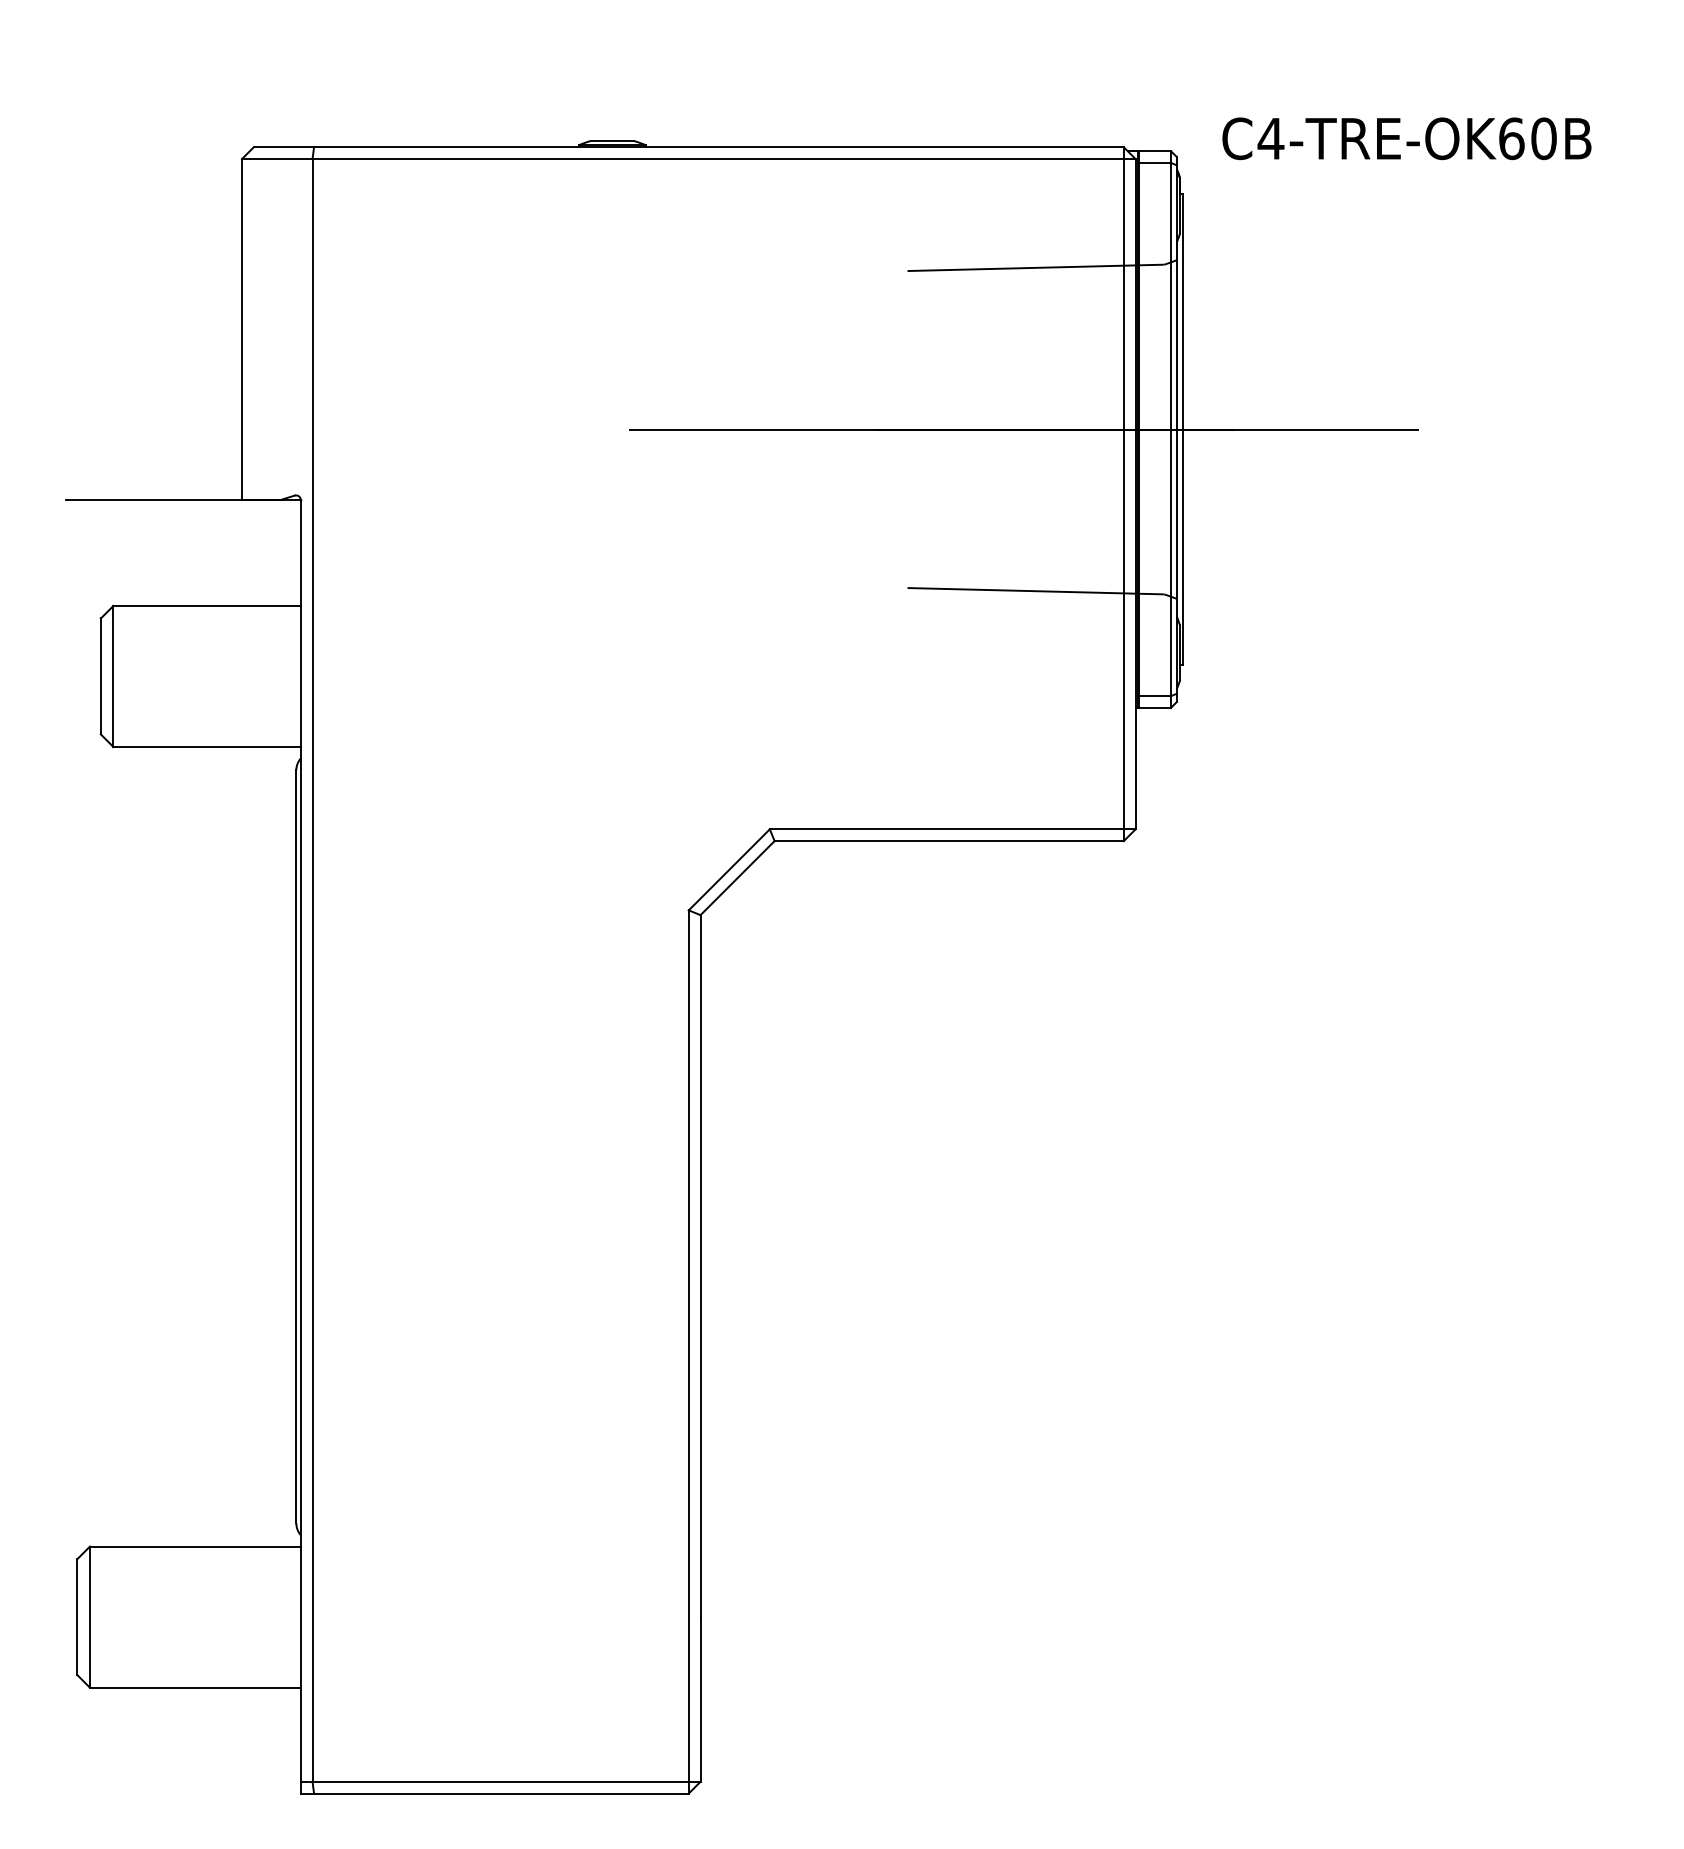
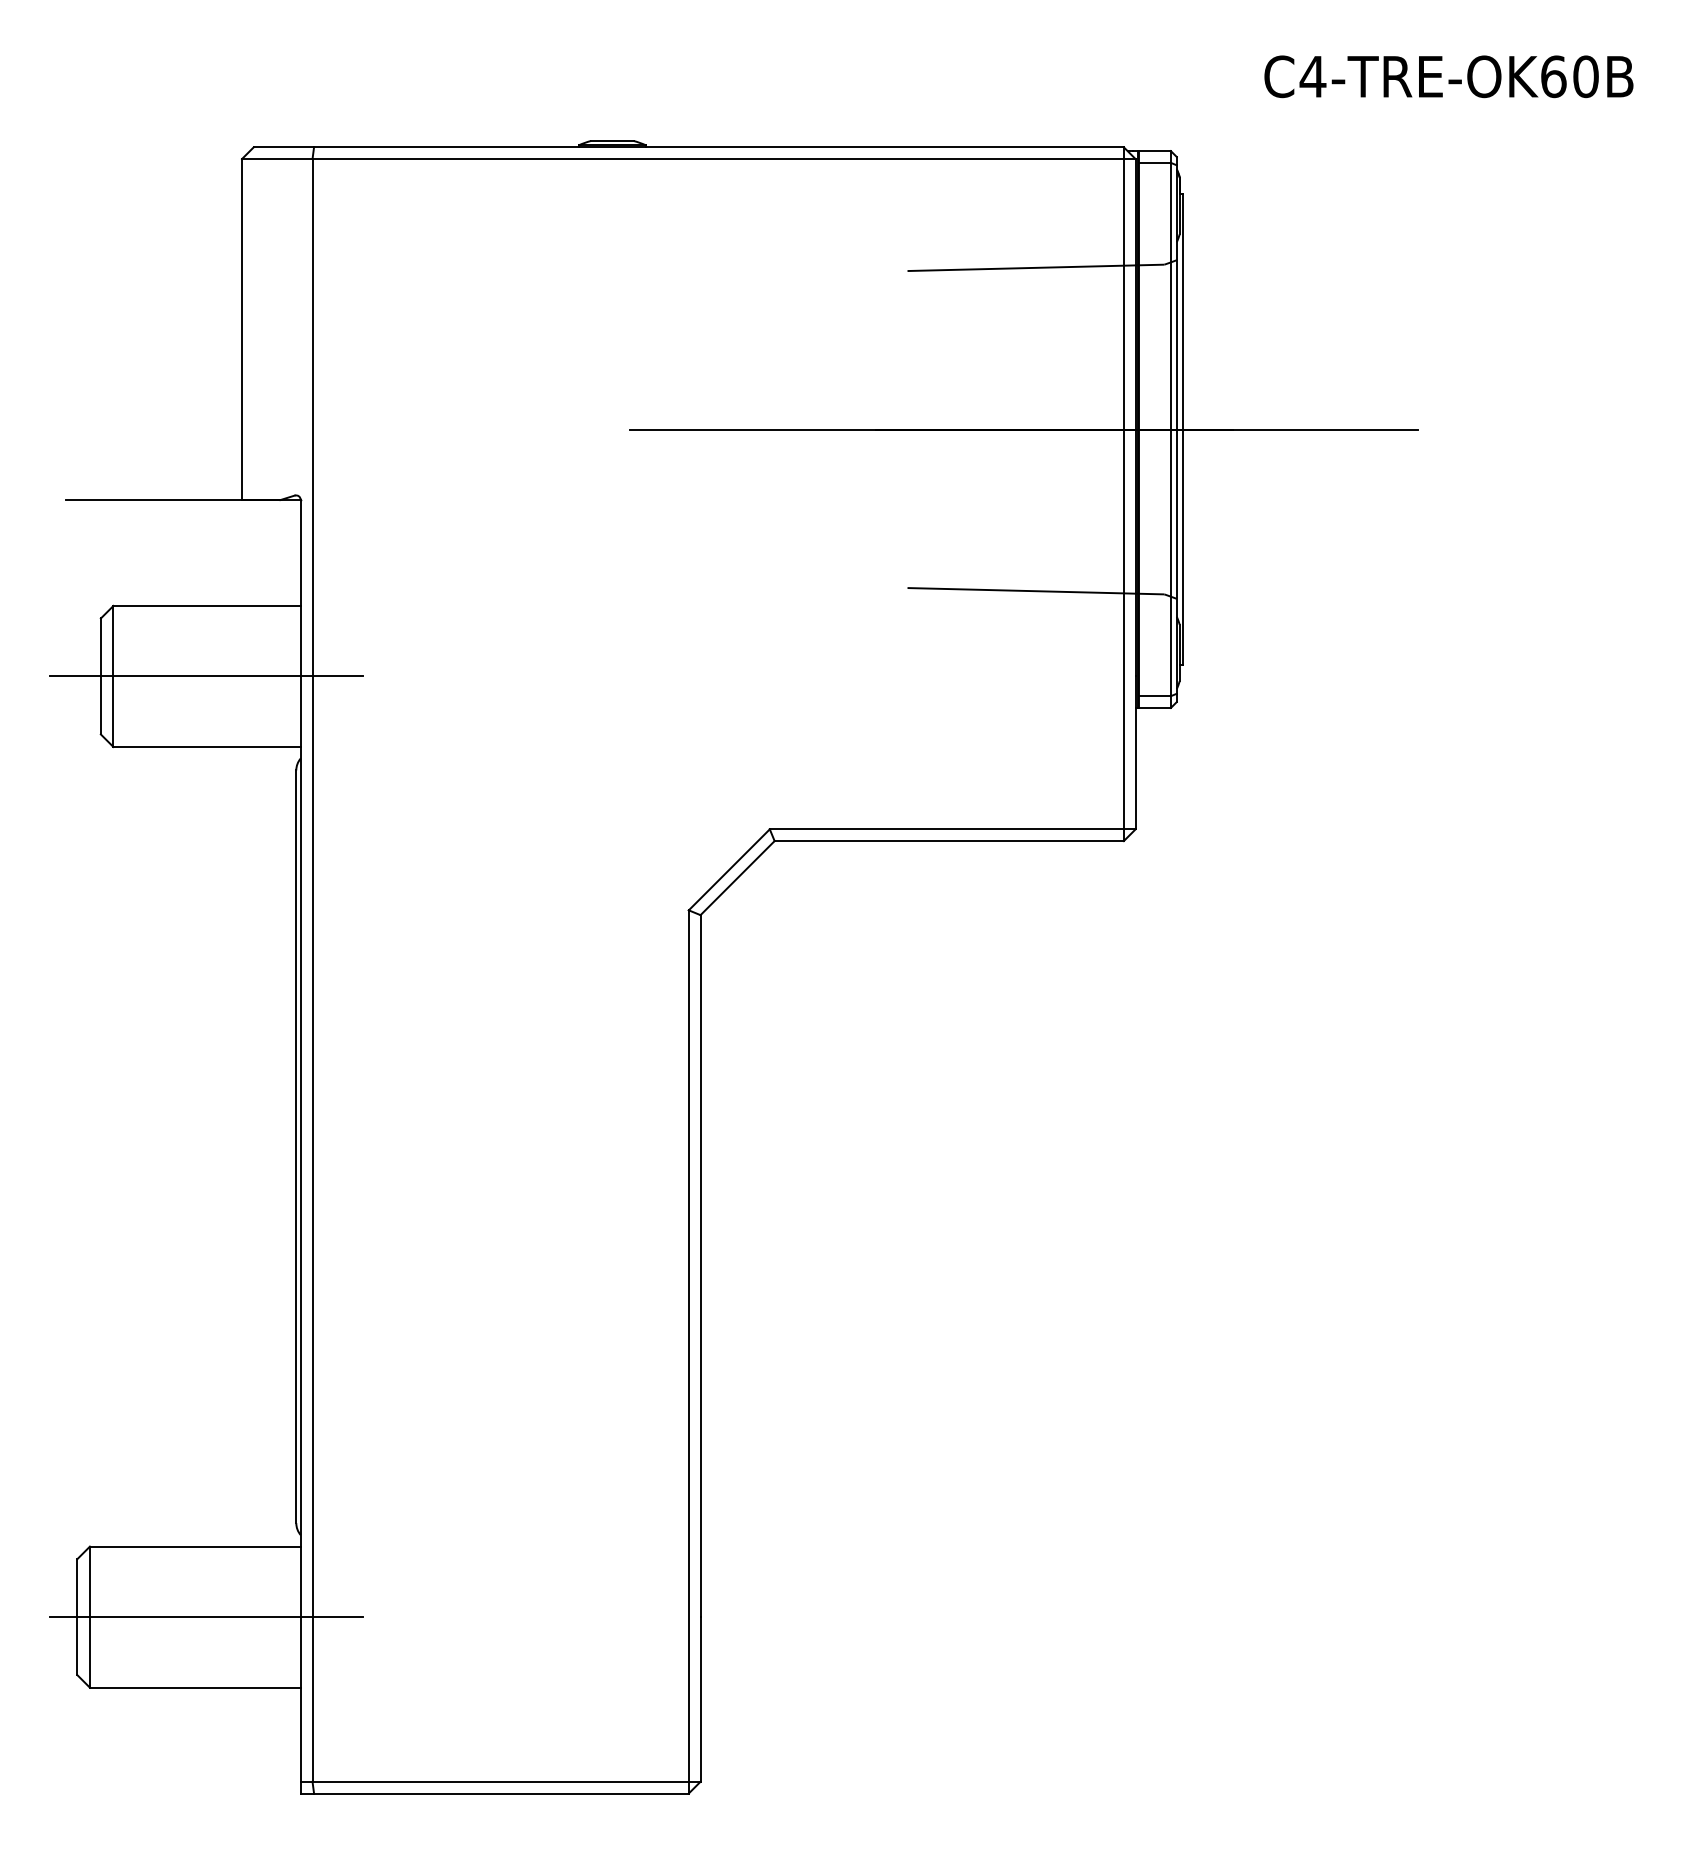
text at (1406, 138) position: (1406, 138) -> (1448, 76)
line at (206, 676): none -> present
line at (206, 1617): none -> present
